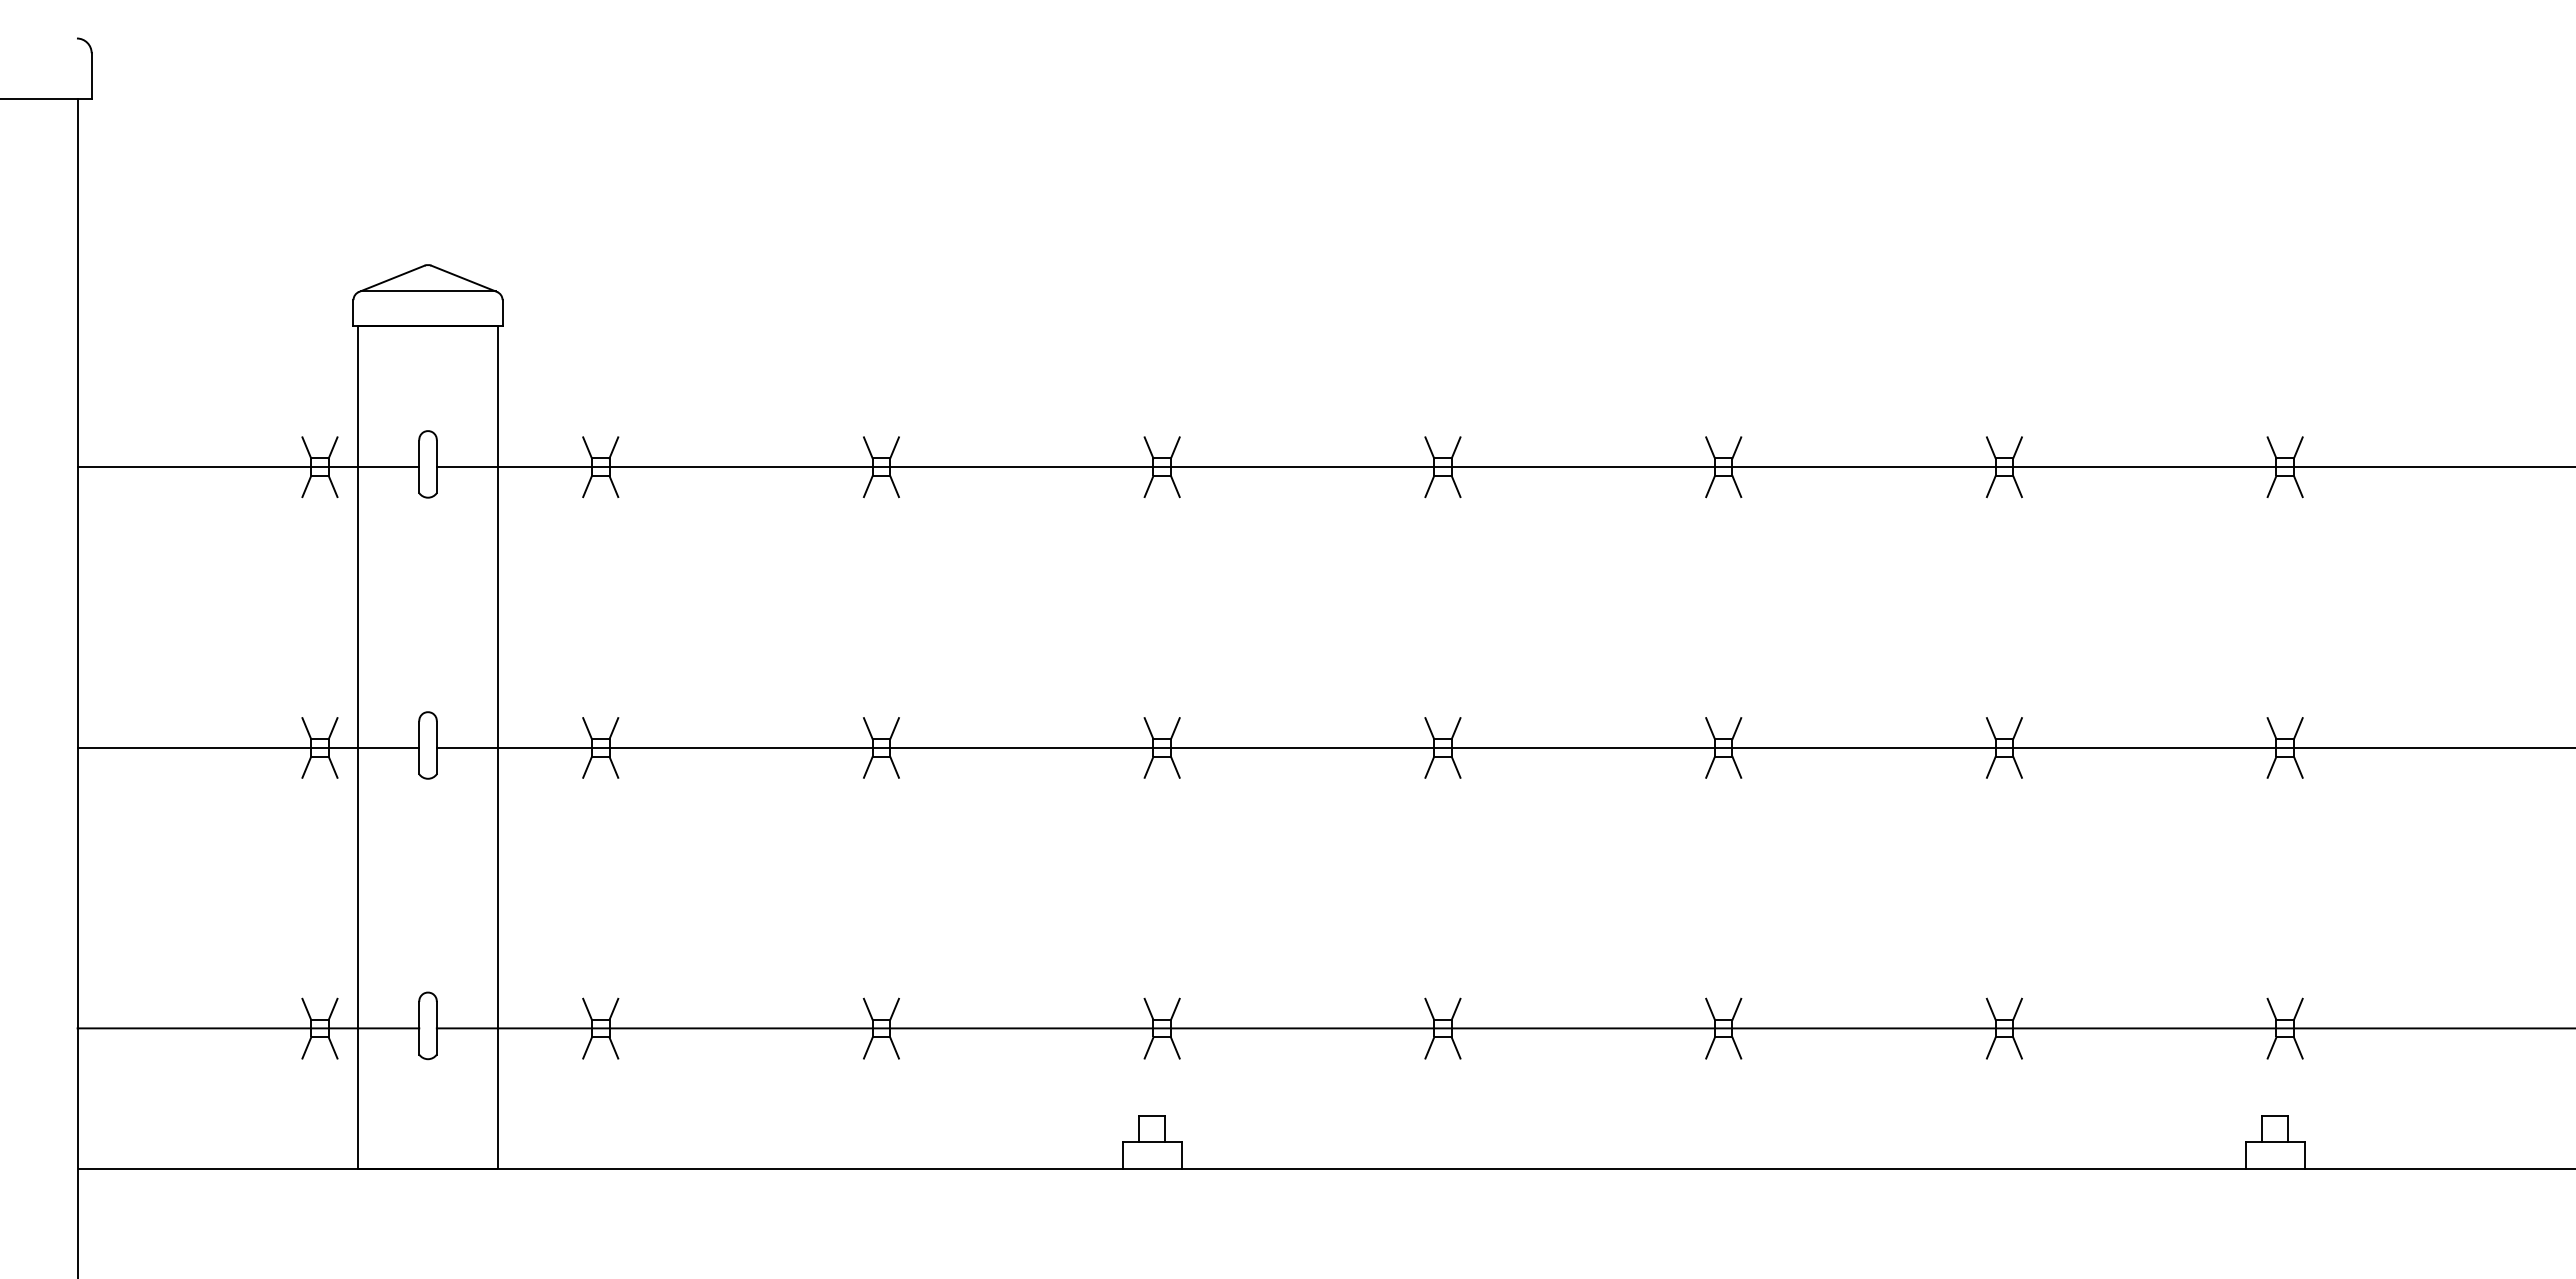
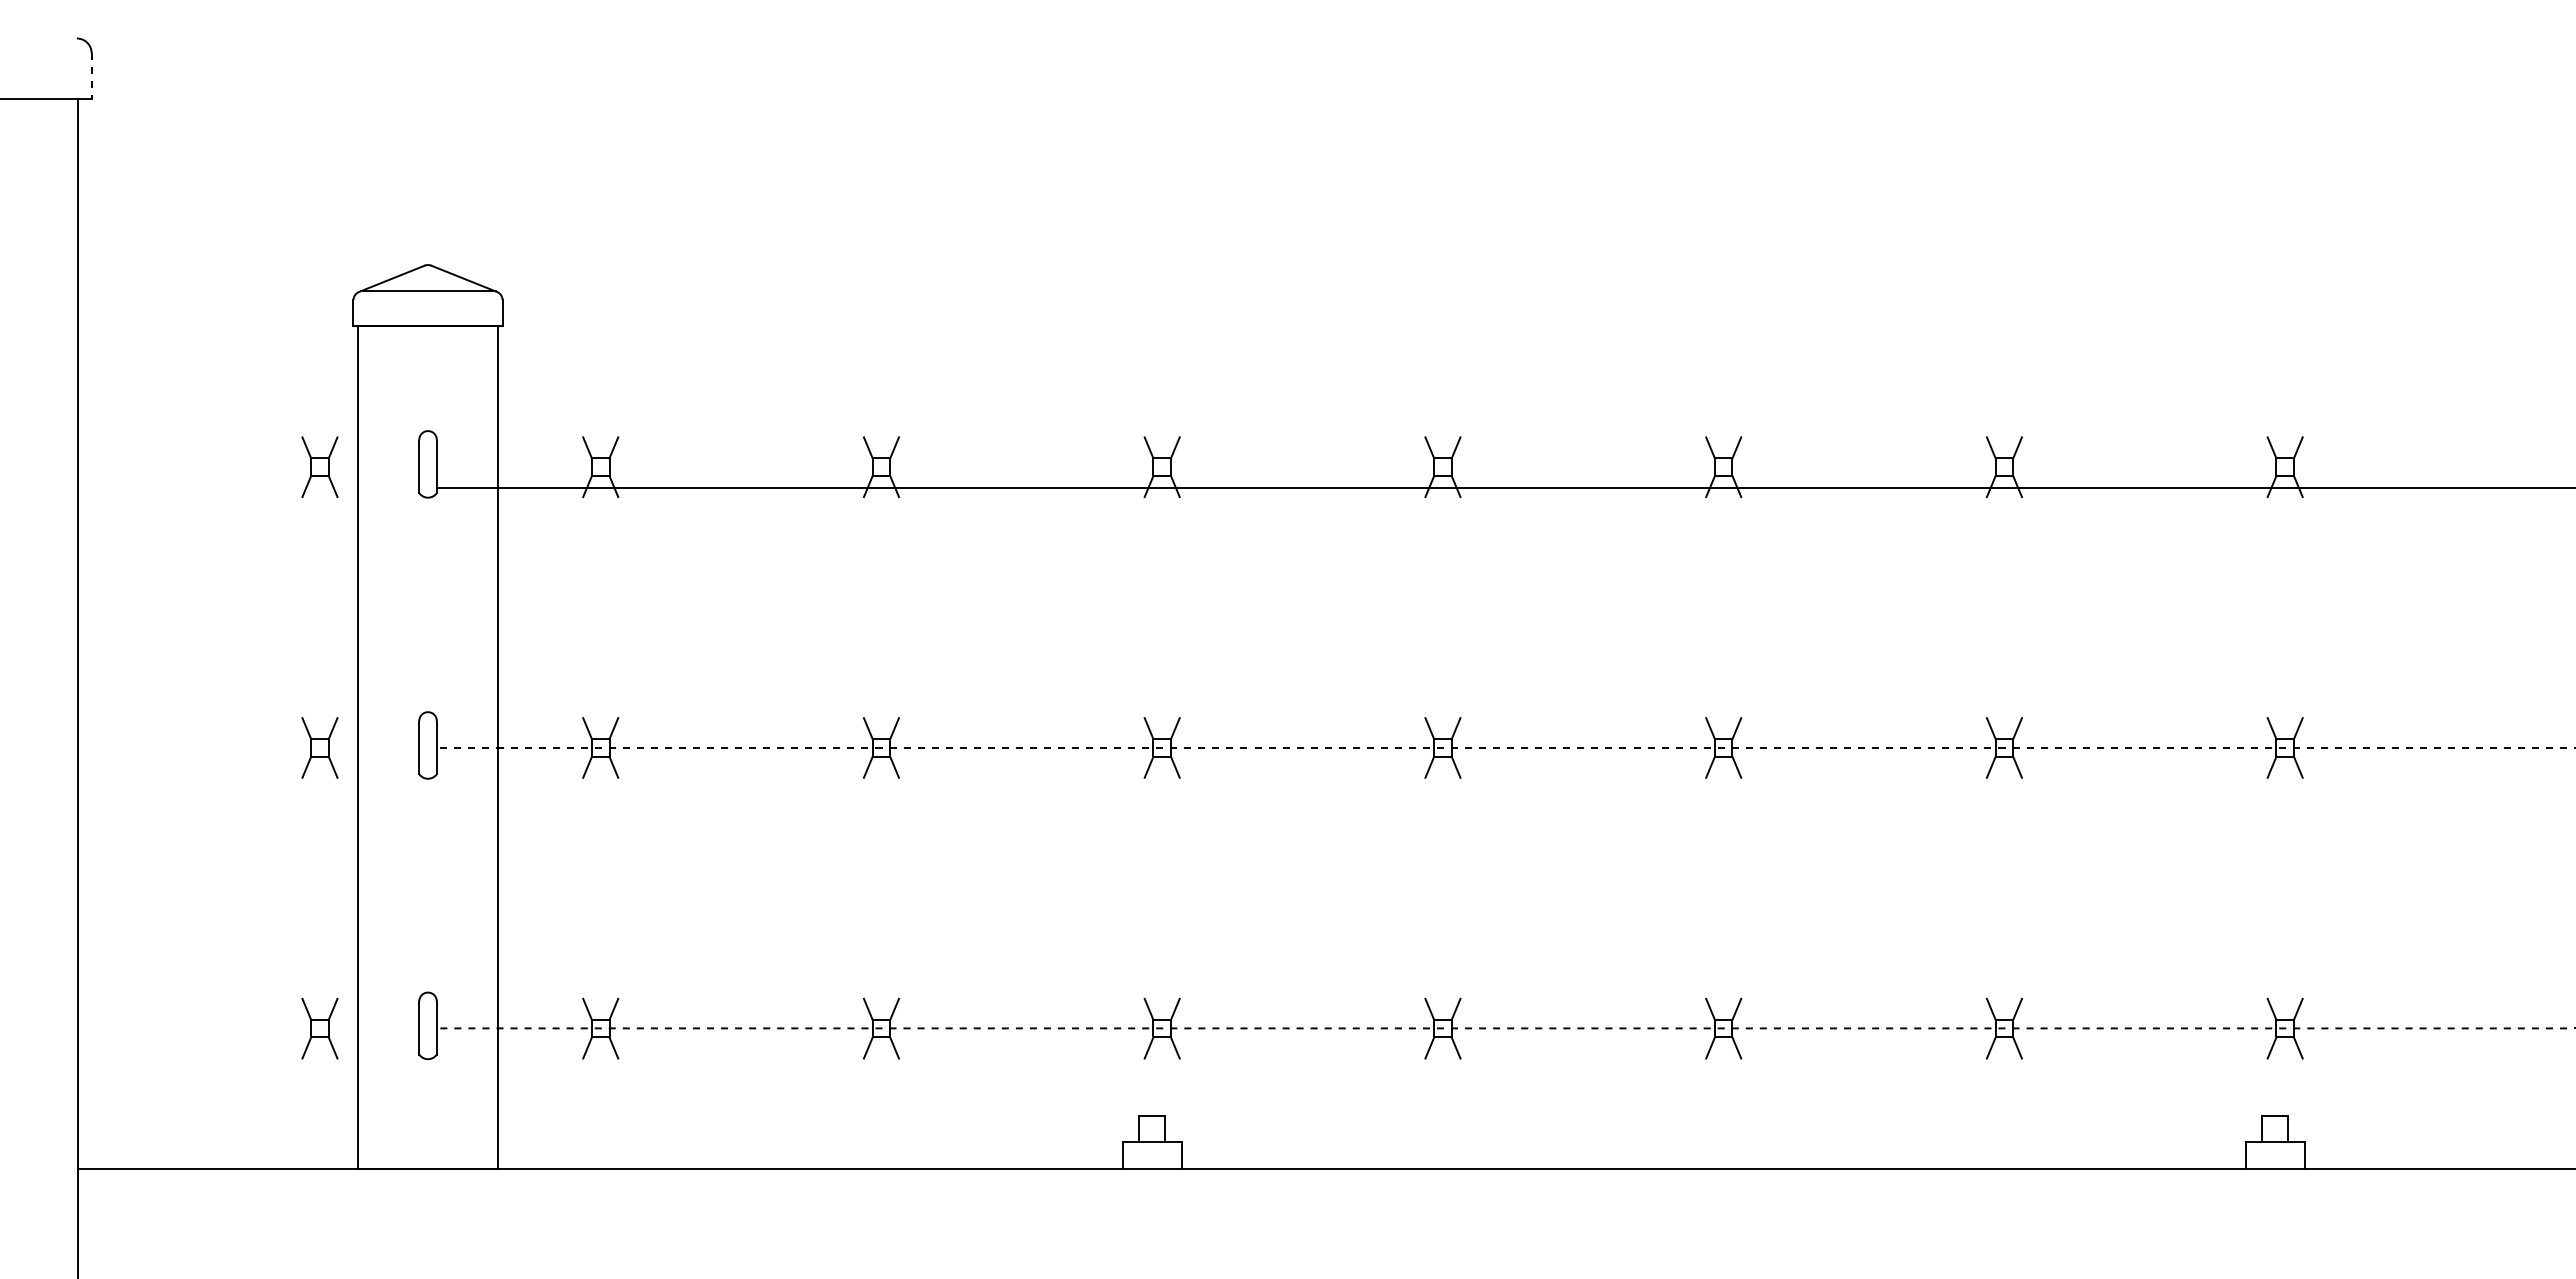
line at (91, 76): solid -> dashed
line at (248, 466): present -> none
line at (1504, 466) position: (1504, 466) -> (1504, 487)
line at (248, 747): present -> none
line at (1505, 747): solid -> dashed
line at (248, 1028): present -> none
line at (1505, 1028): solid -> dashed
